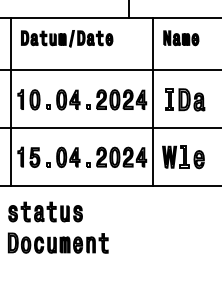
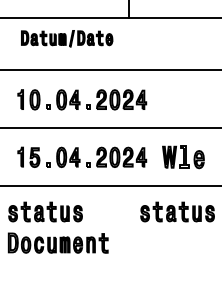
part at (181, 38): present -> none
part at (185, 99): present -> none
line at (10, 101): present -> none
line at (152, 101): present -> none
part at (177, 211): none -> present
